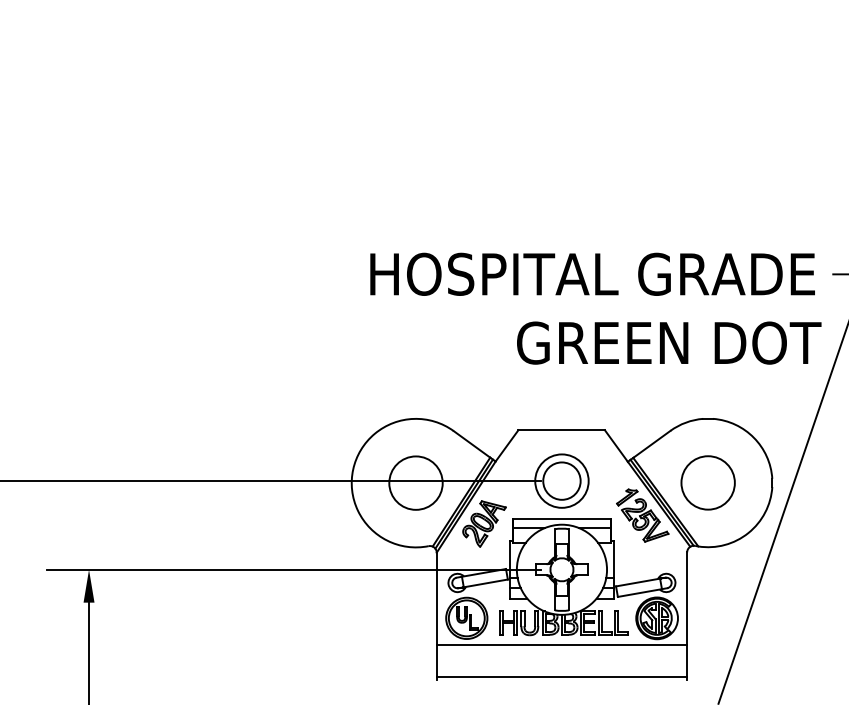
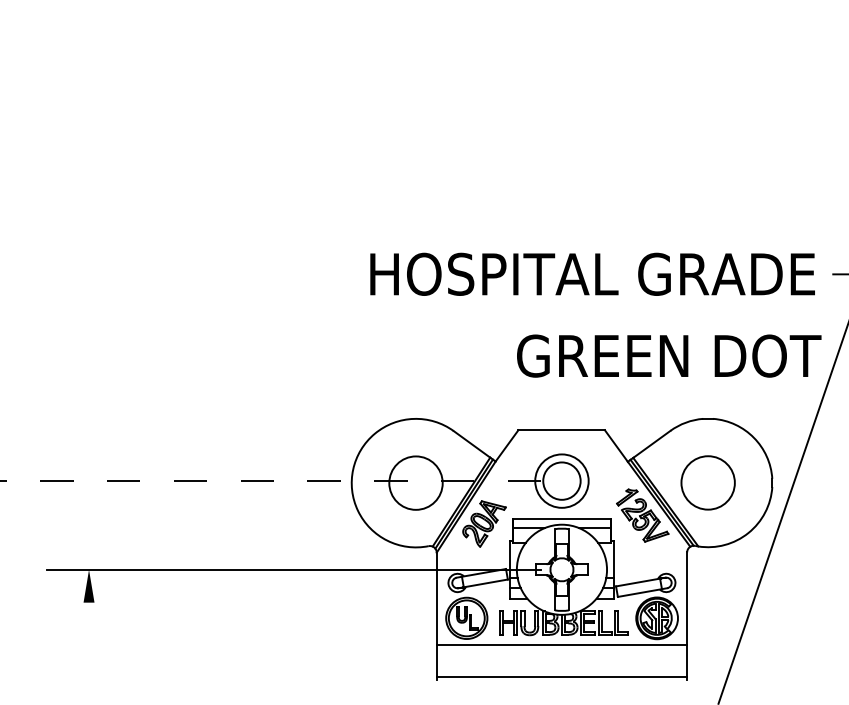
text at (669, 342) position: (669, 342) -> (669, 355)
line at (270, 481): solid -> dashed
line at (89, 651): present -> none
